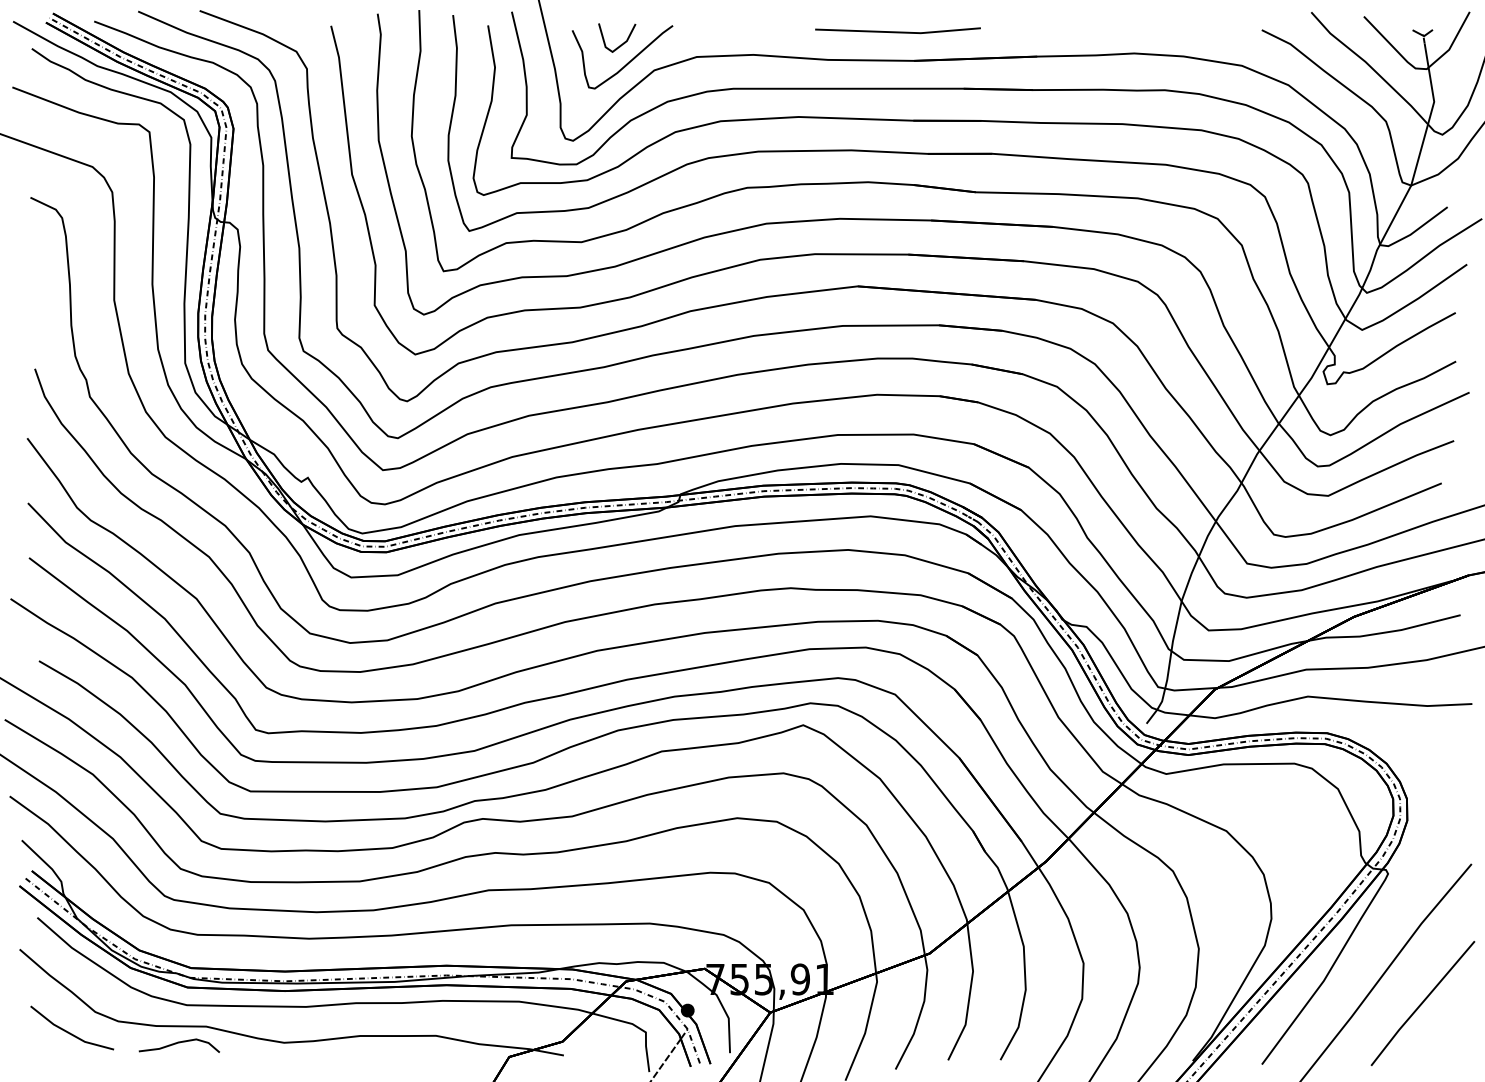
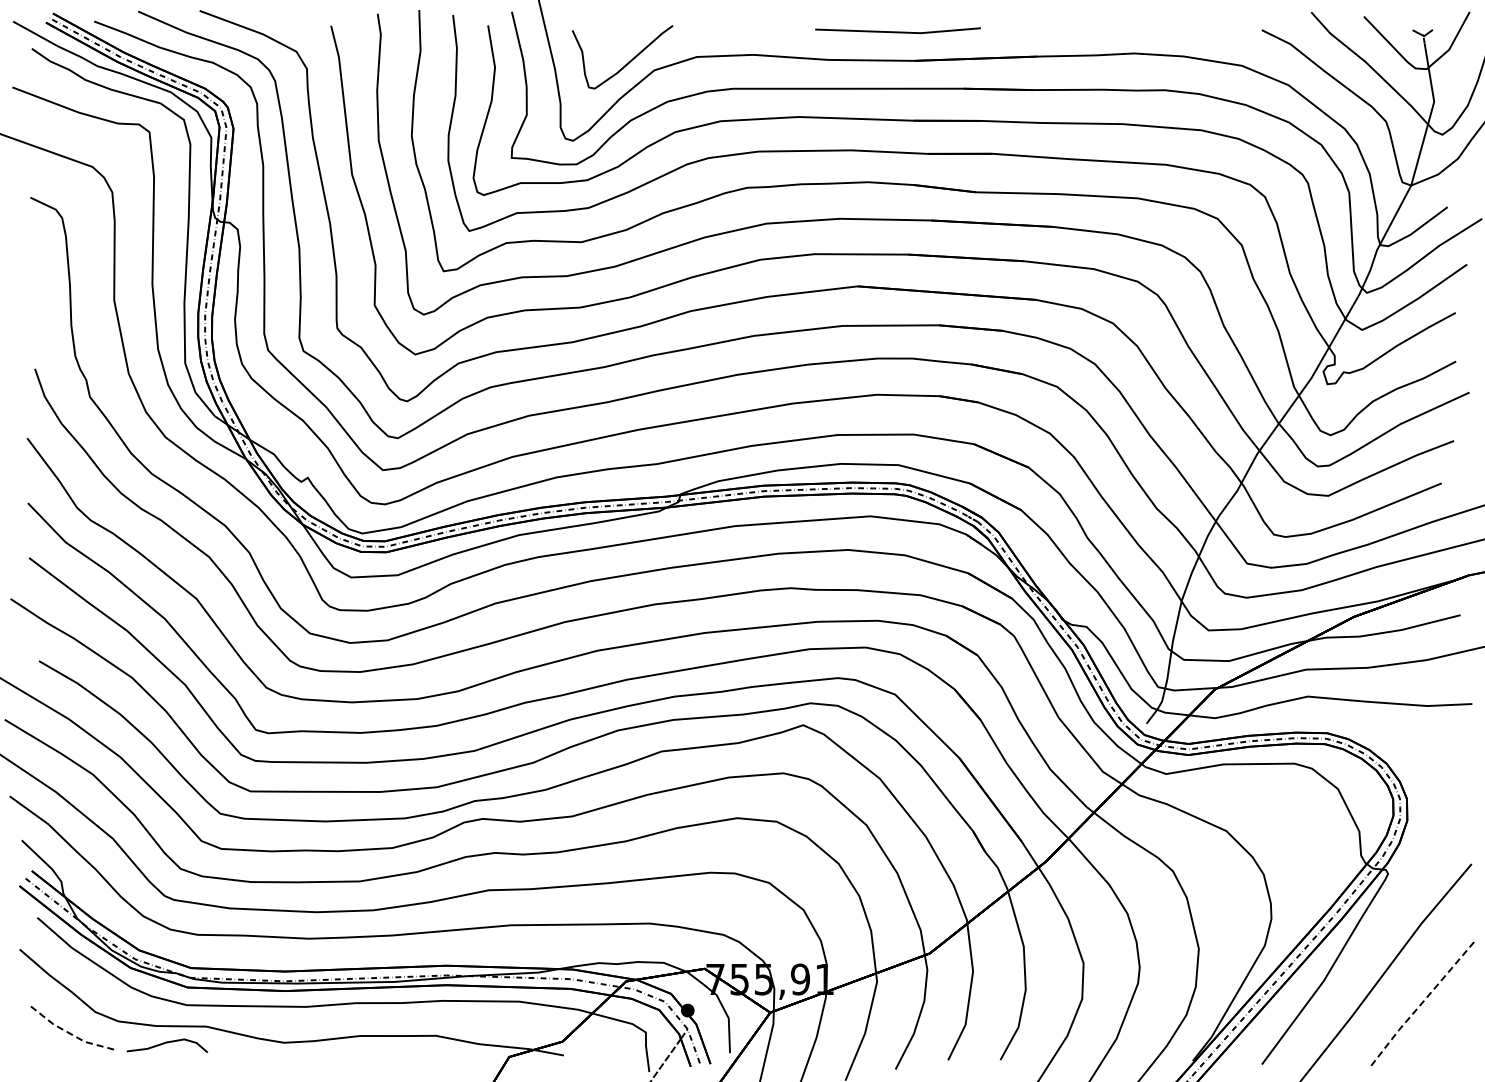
line at (620, 44): present -> none
line at (1421, 1003): solid -> dashed
line at (69, 1033): solid -> dashed
curve at (178, 1043) position: (178, 1043) -> (166, 1043)
